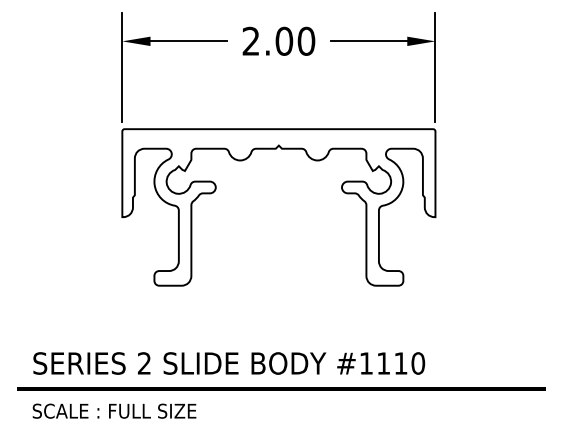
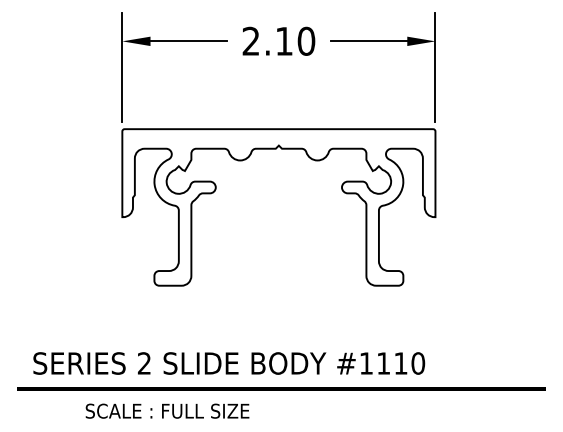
text at (284, 40): 2.00 -> 2.10
text at (114, 410) position: (114, 410) -> (167, 410)
